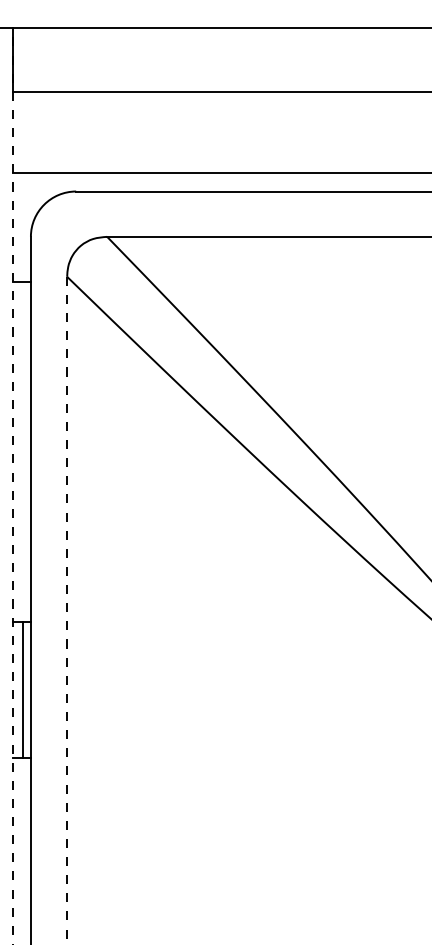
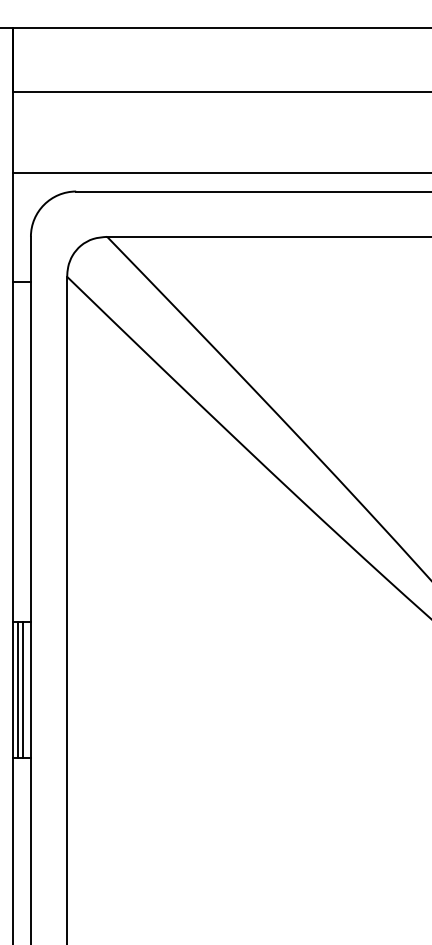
line at (12, 486): dashed -> solid
line at (67, 610): dashed -> solid
line at (17, 690): none -> present
